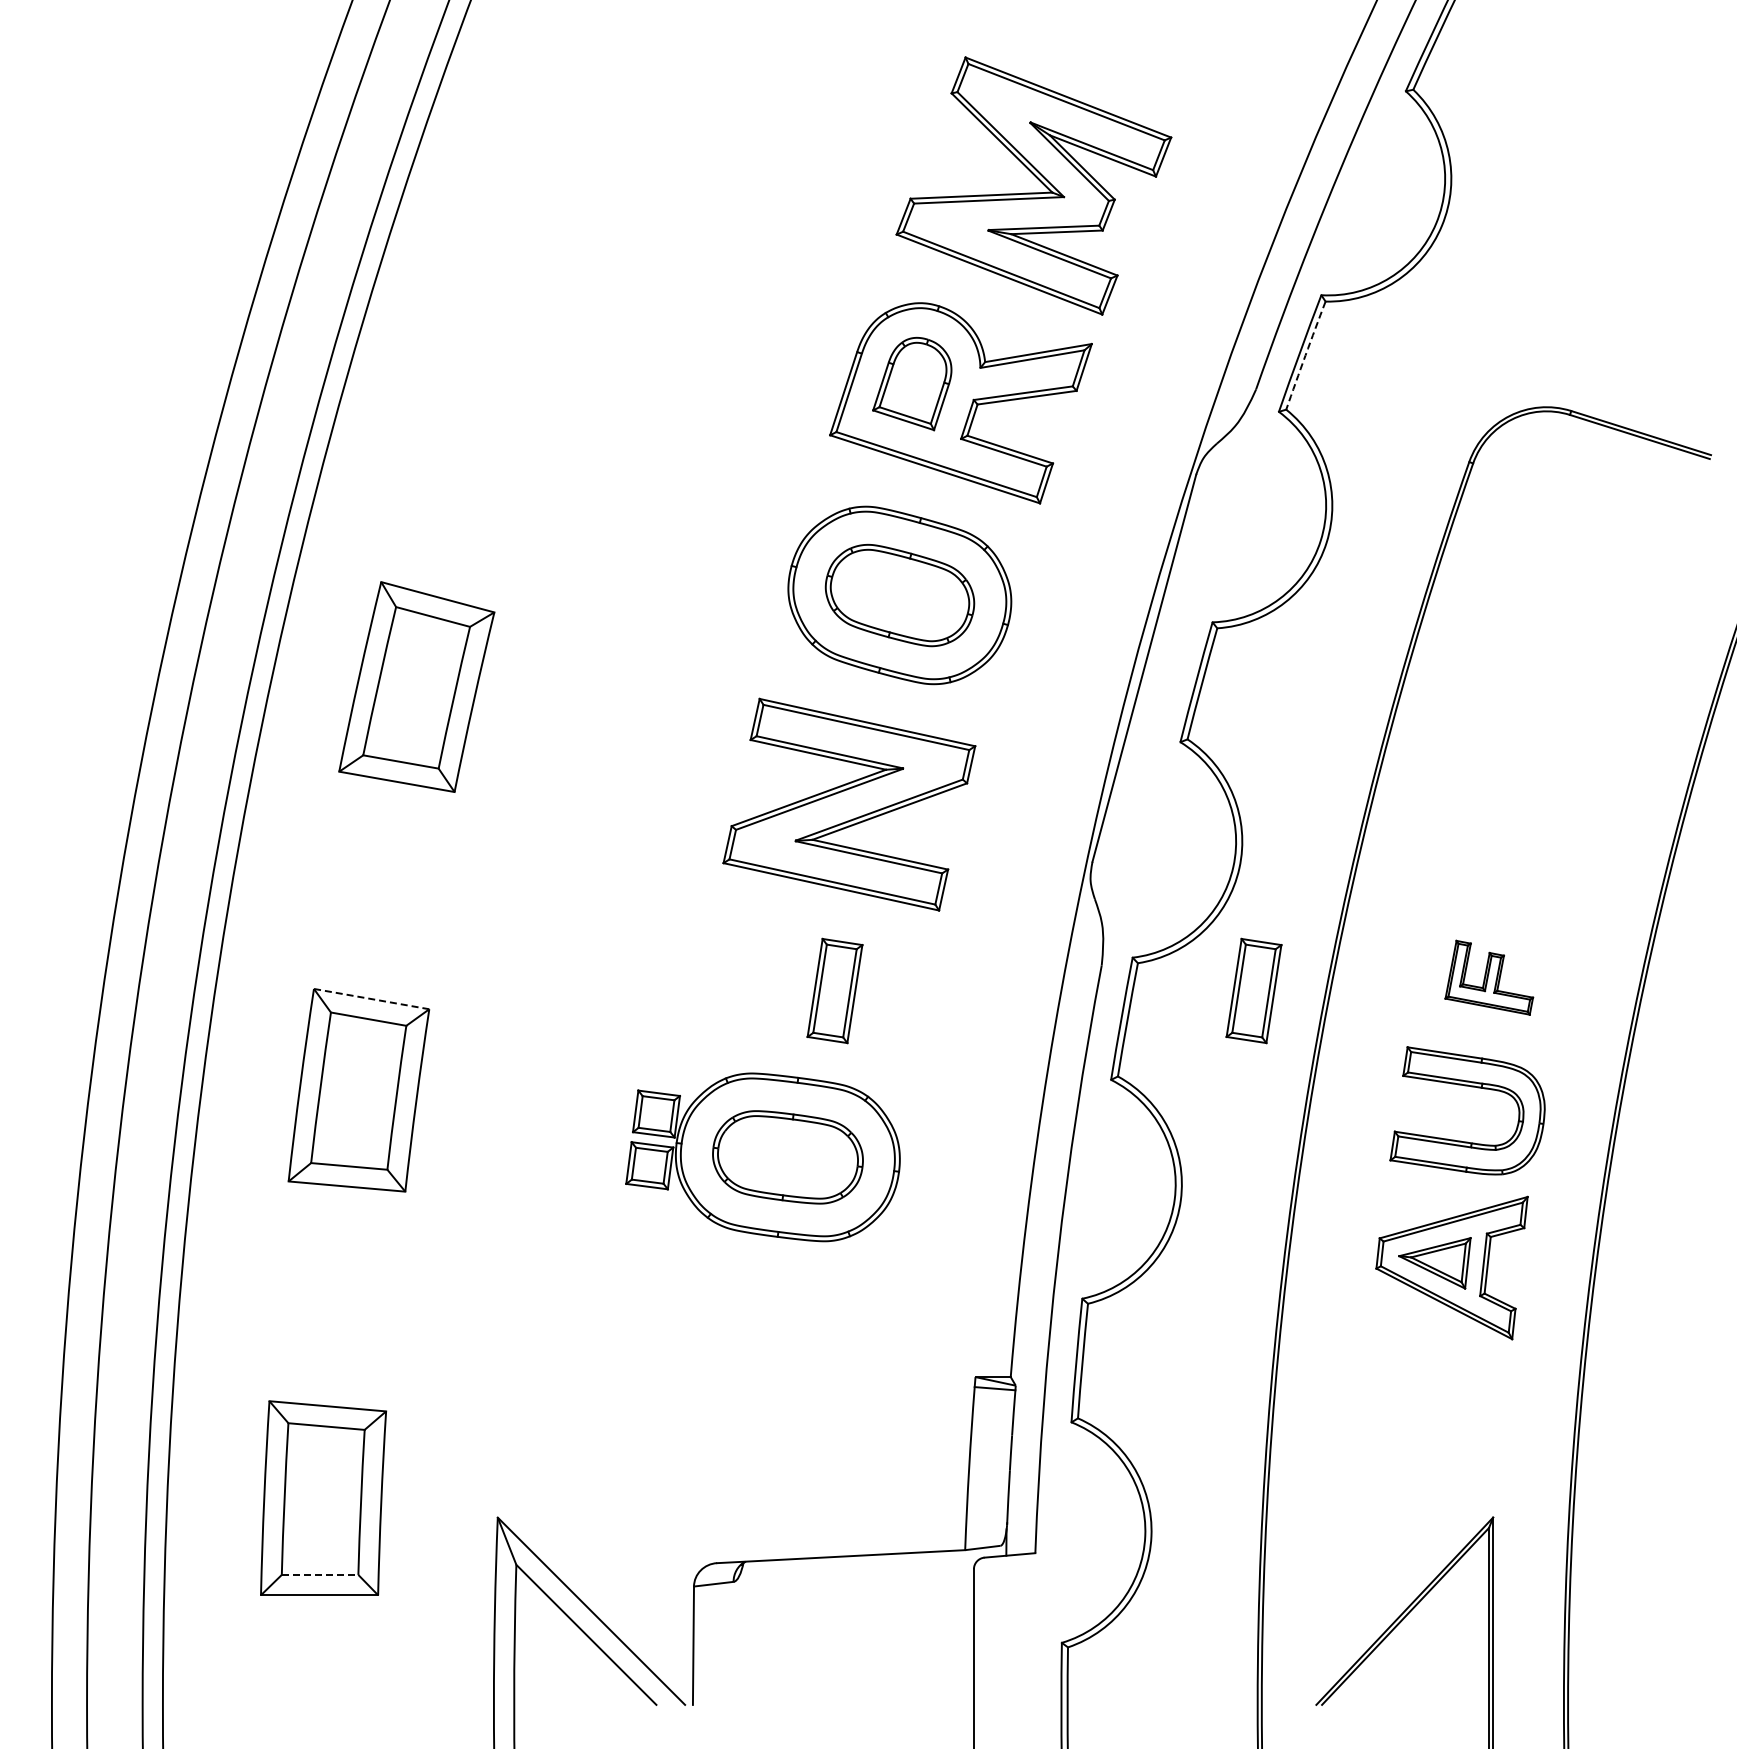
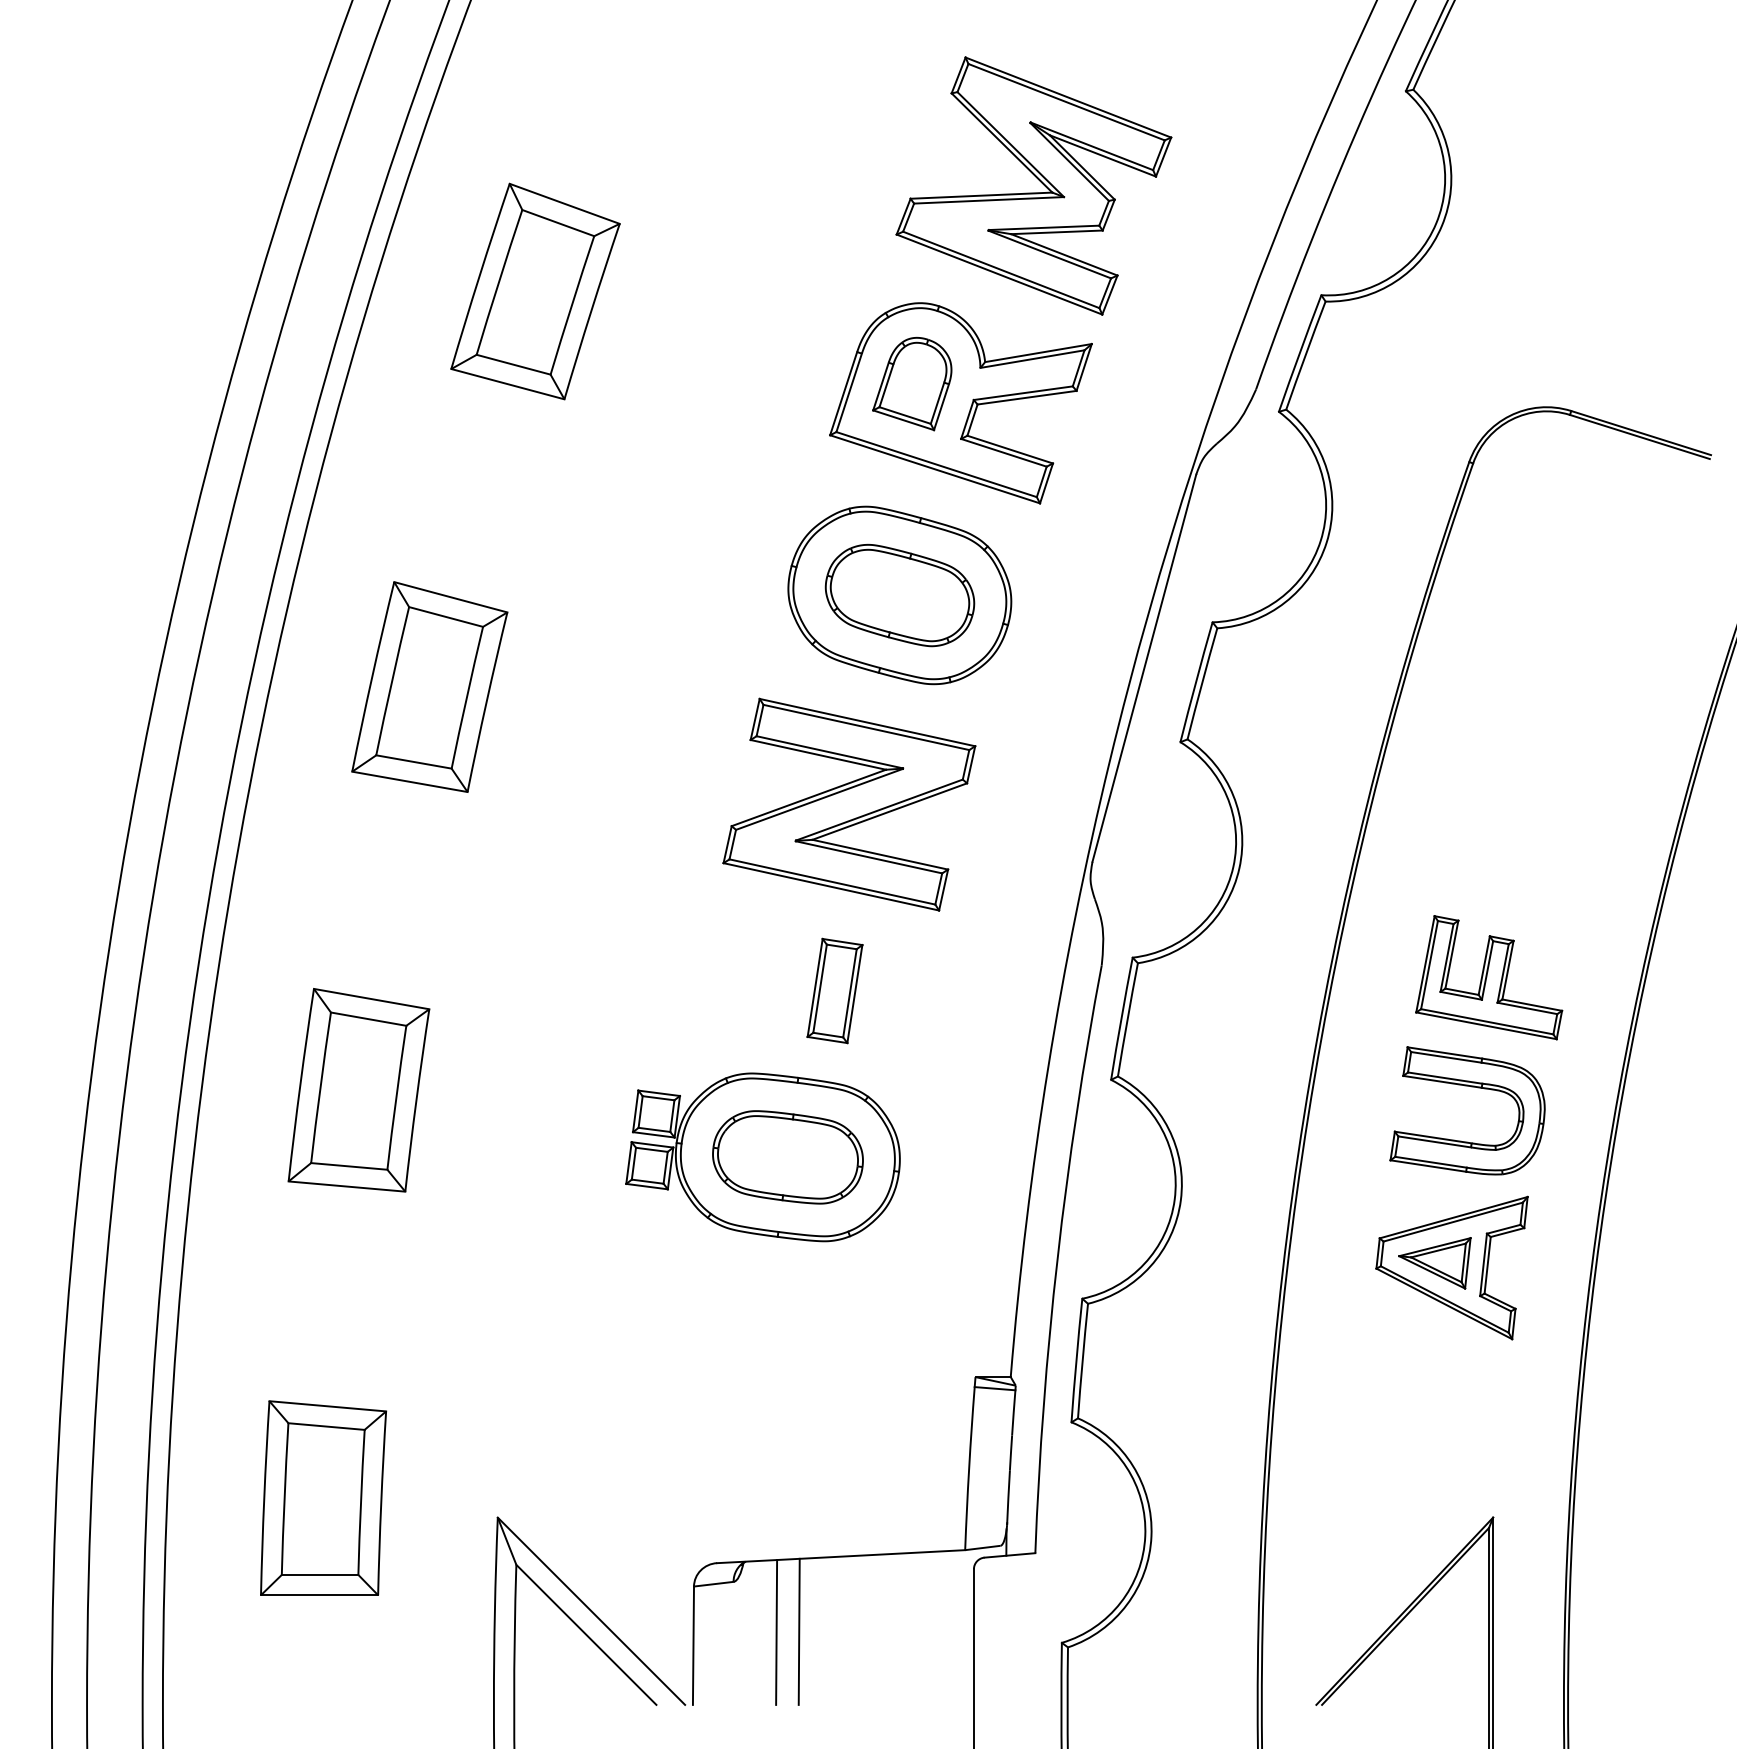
part at (535, 291): none -> present
arc at (1305, 355): dashed -> solid
part at (416, 686) position: (416, 686) -> (429, 686)
part at (1489, 977) size: 91x77 px -> 149x126 px
part at (1253, 990): present -> none
line at (371, 999): dashed -> solid
line at (320, 1574): dashed -> solid
line at (798, 1631): none -> present
line at (776, 1632): none -> present
